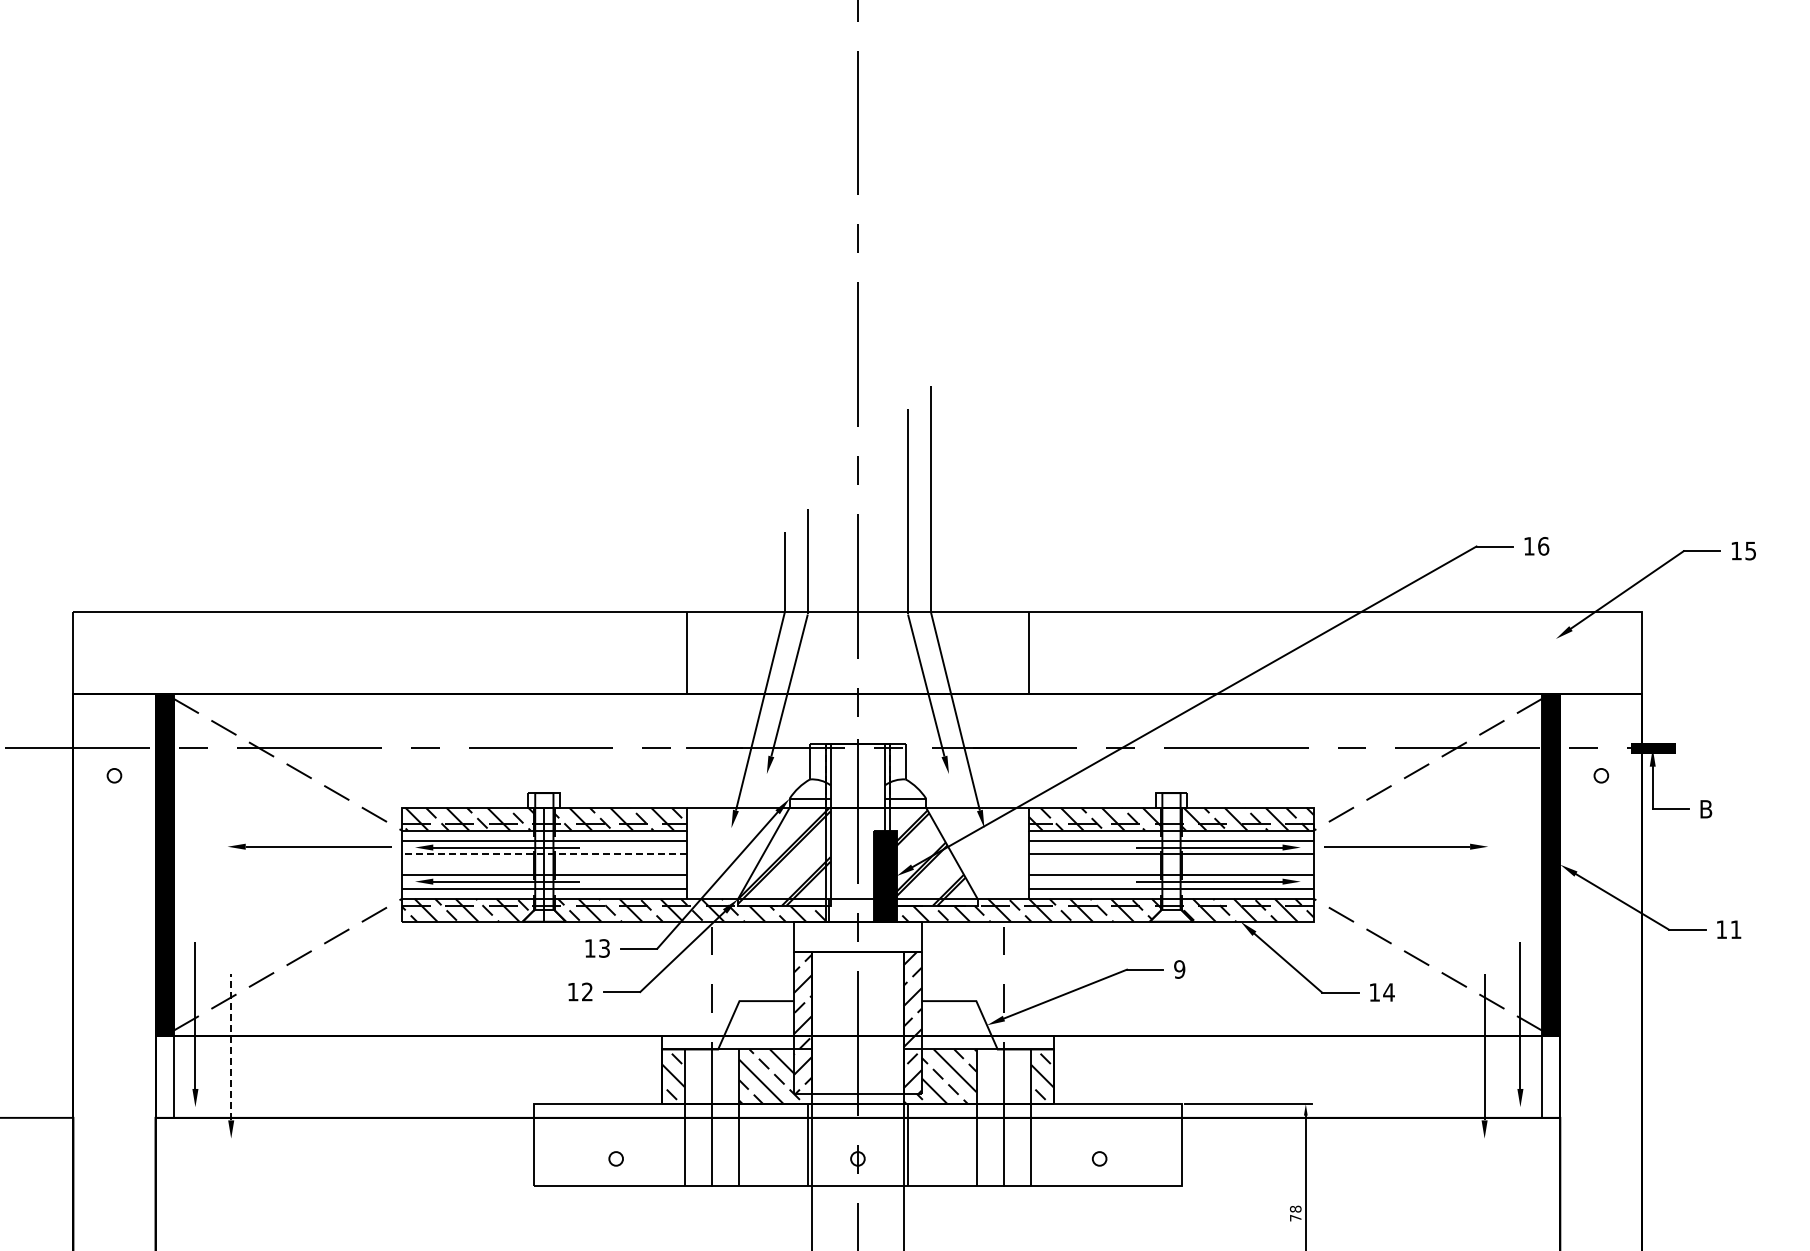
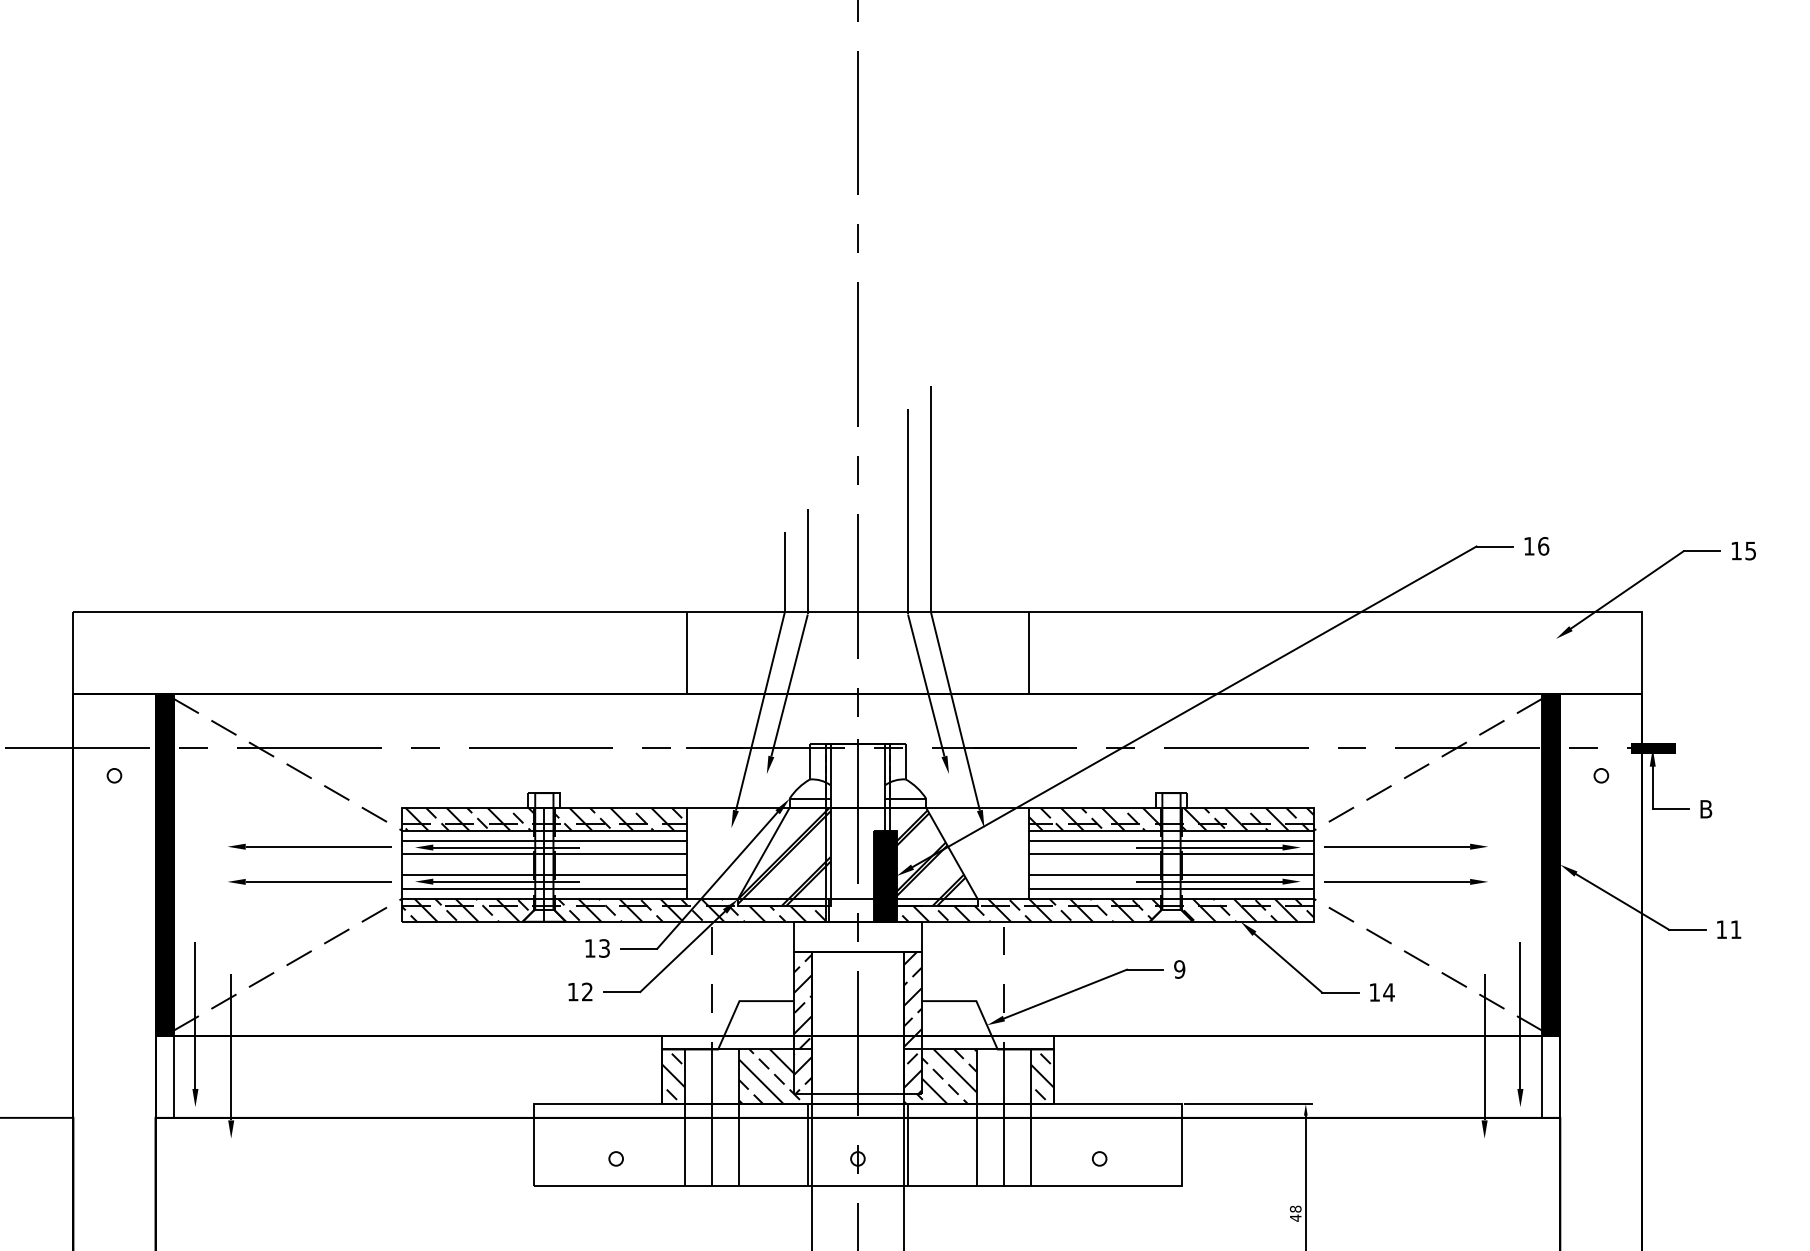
line at (544, 854): dashed -> solid
part at (309, 881): none -> present
part at (1405, 881): none -> present
line at (231, 1046): dashed -> solid
text at (1295, 1217): 78 -> 48
